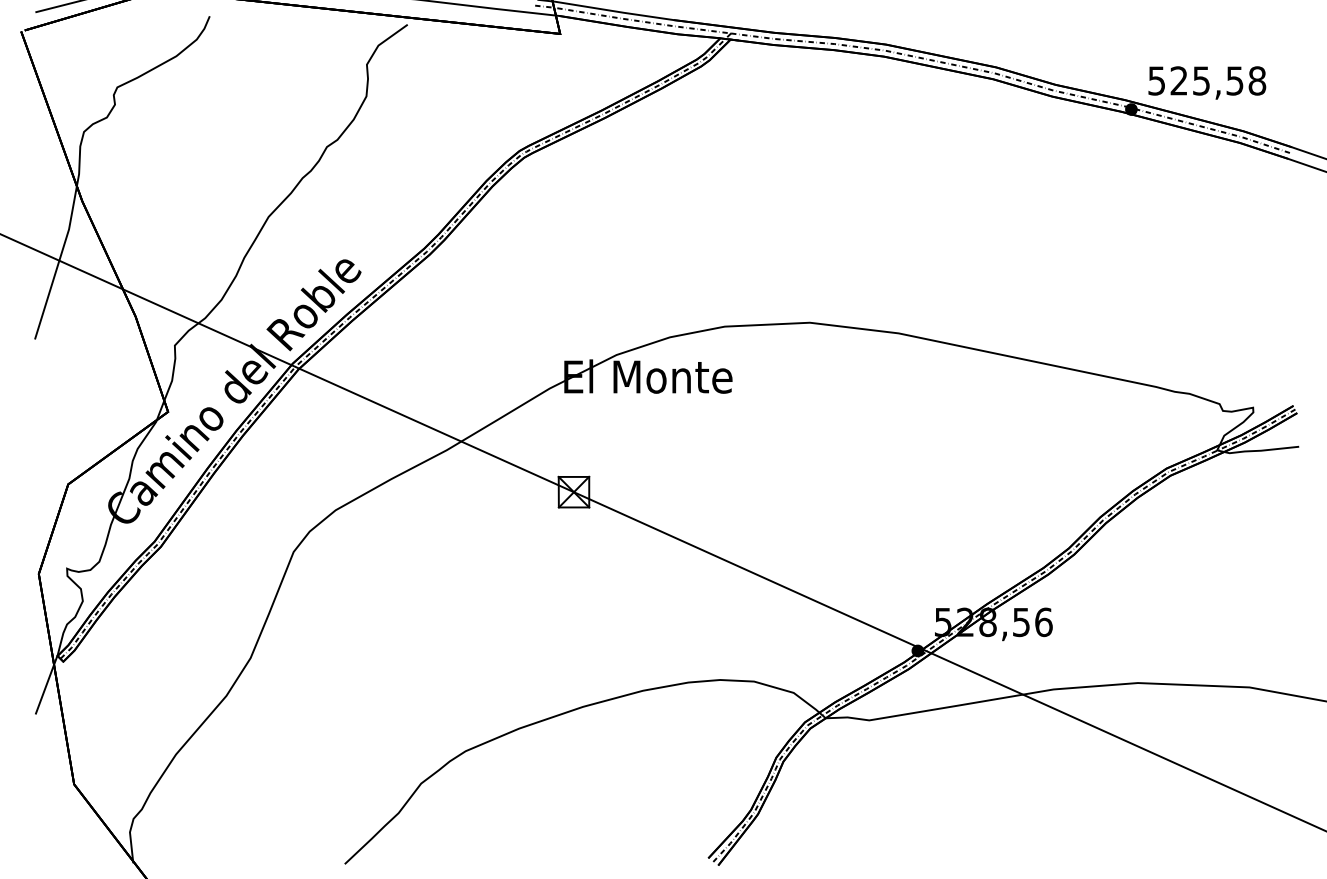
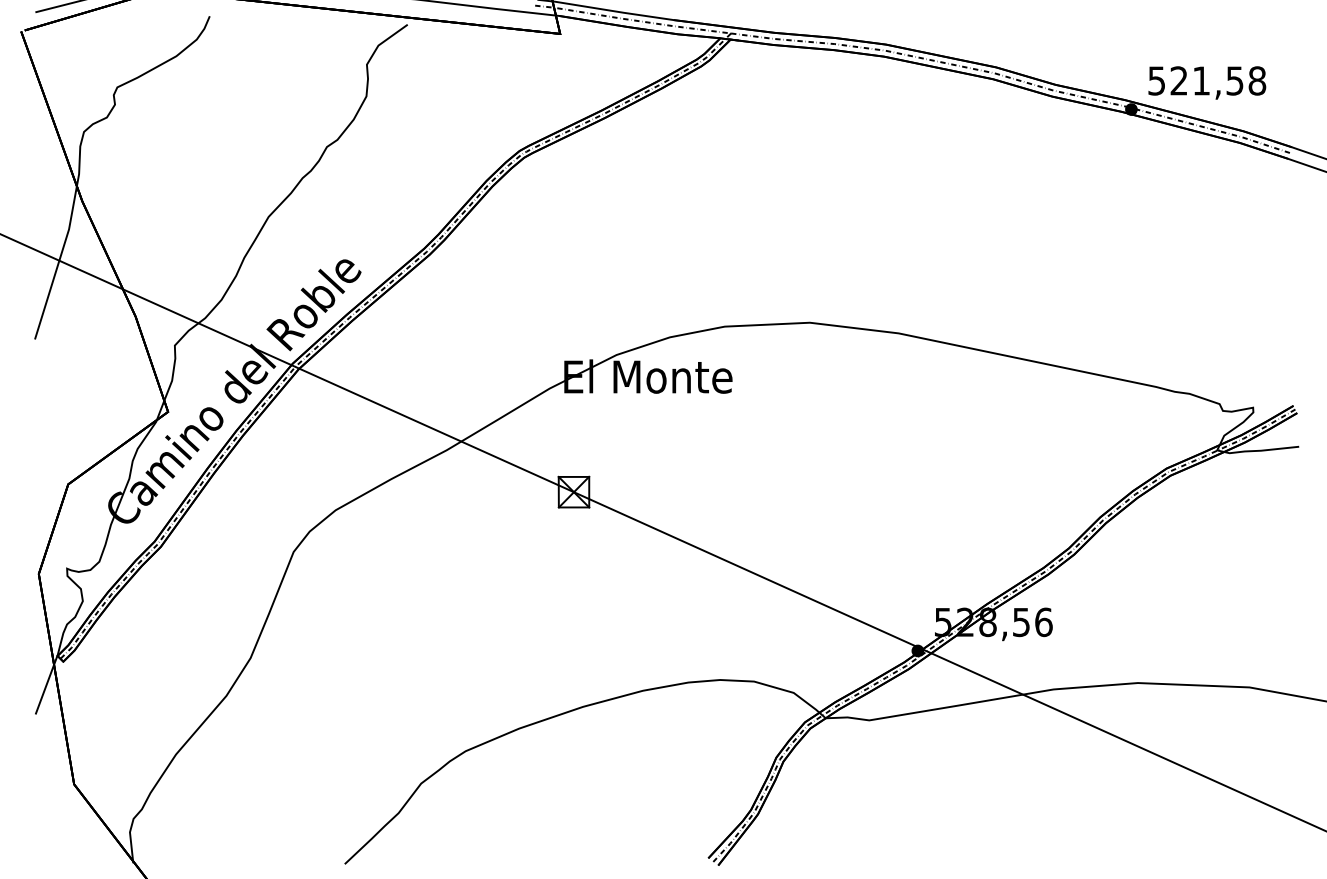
text at (1201, 80): 525,58 -> 521,58
